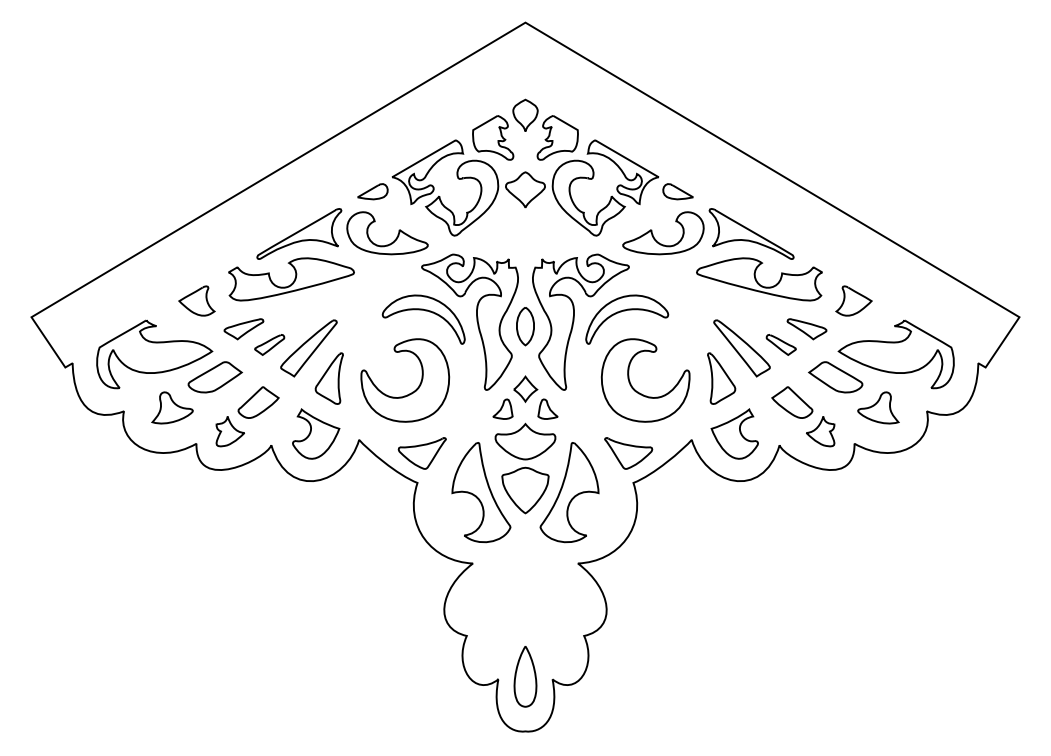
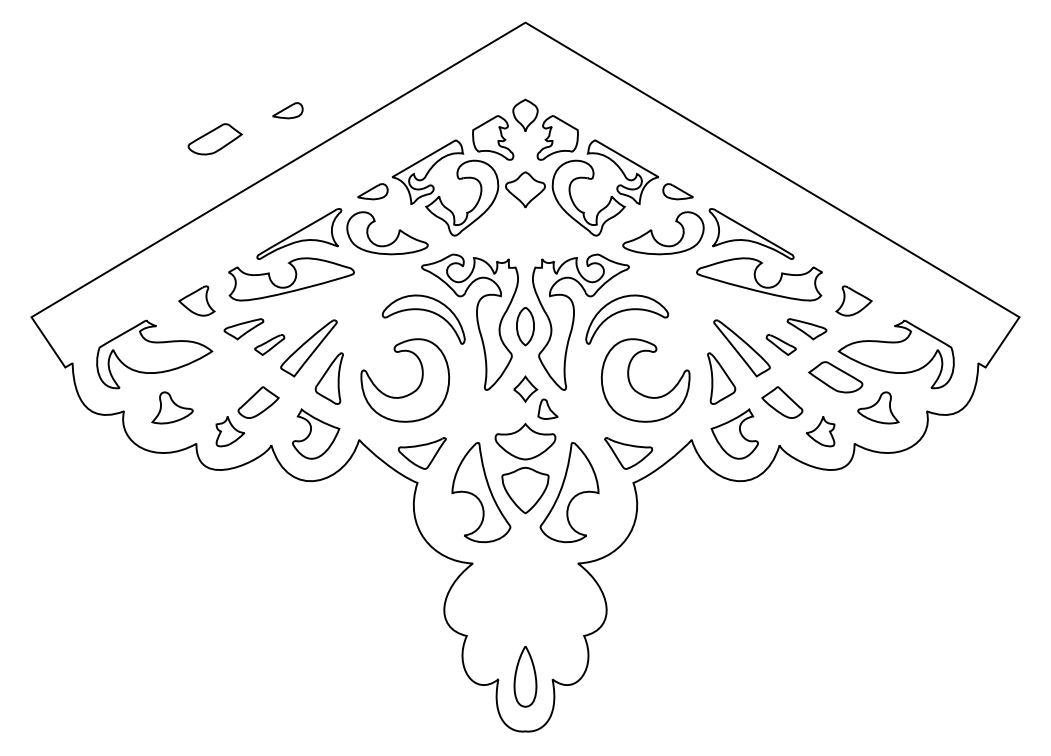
part at (287, 110): none -> present
part at (214, 377) position: (214, 377) -> (214, 139)
part at (792, 402) position: (792, 402) -> (782, 402)
part at (502, 408): present -> none
